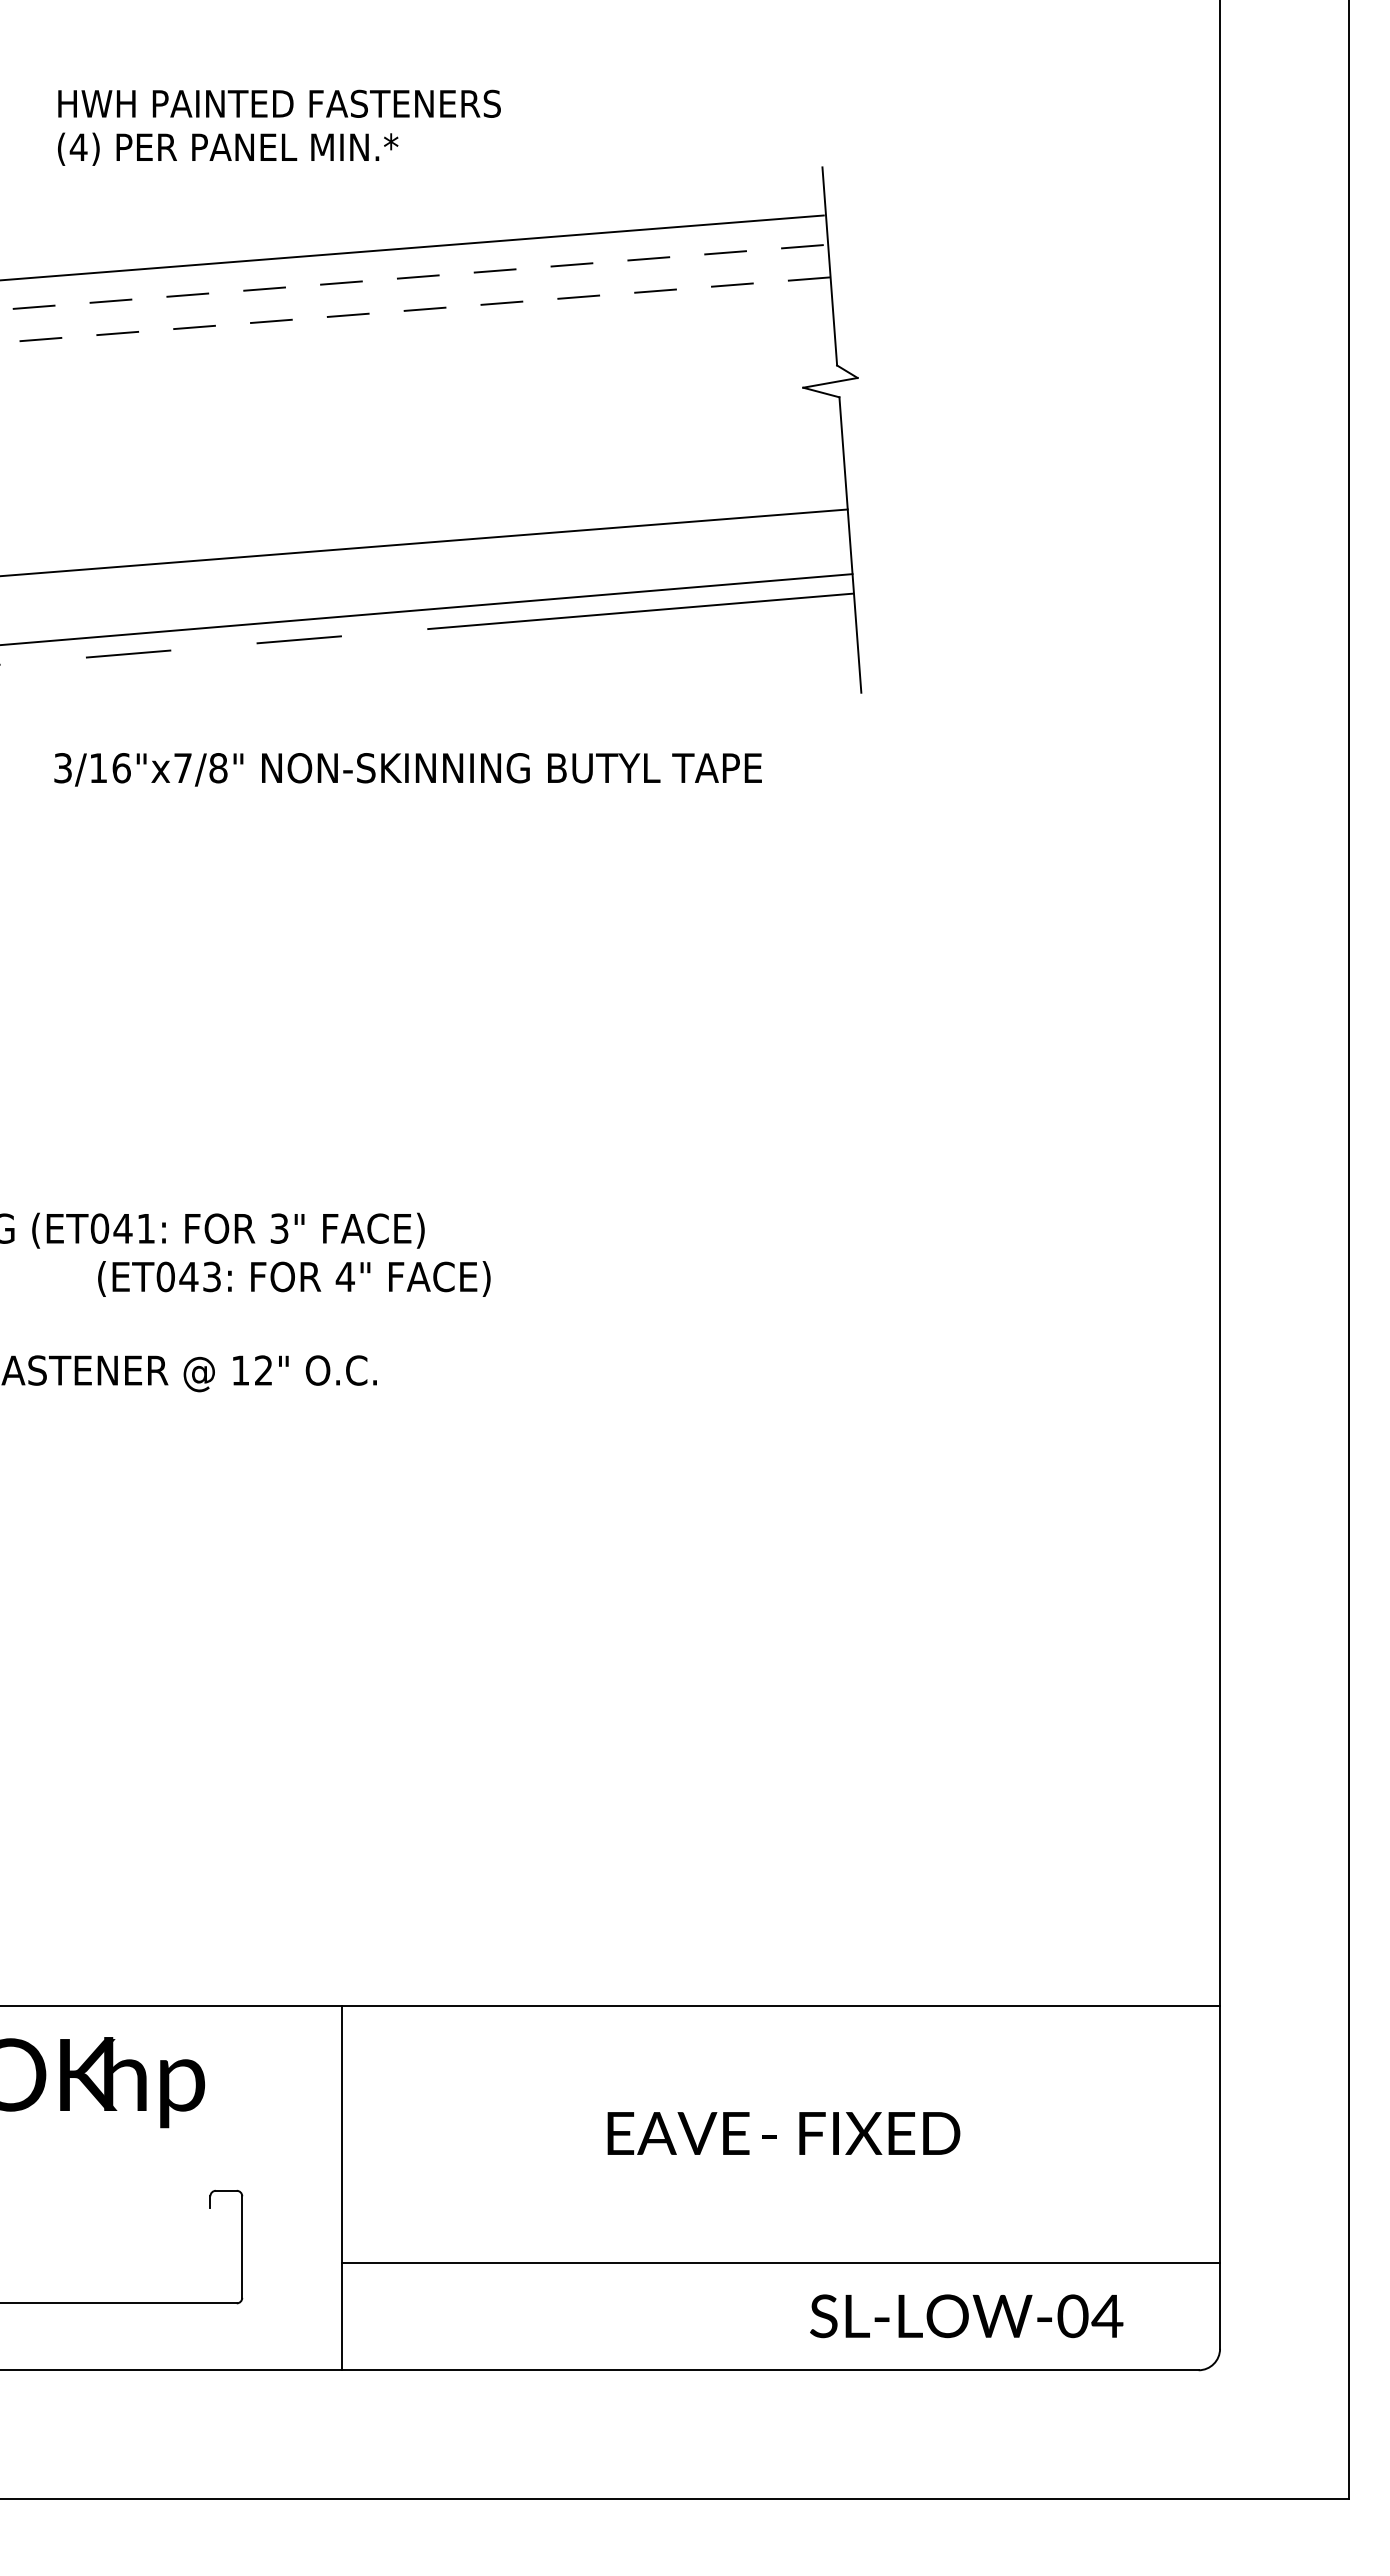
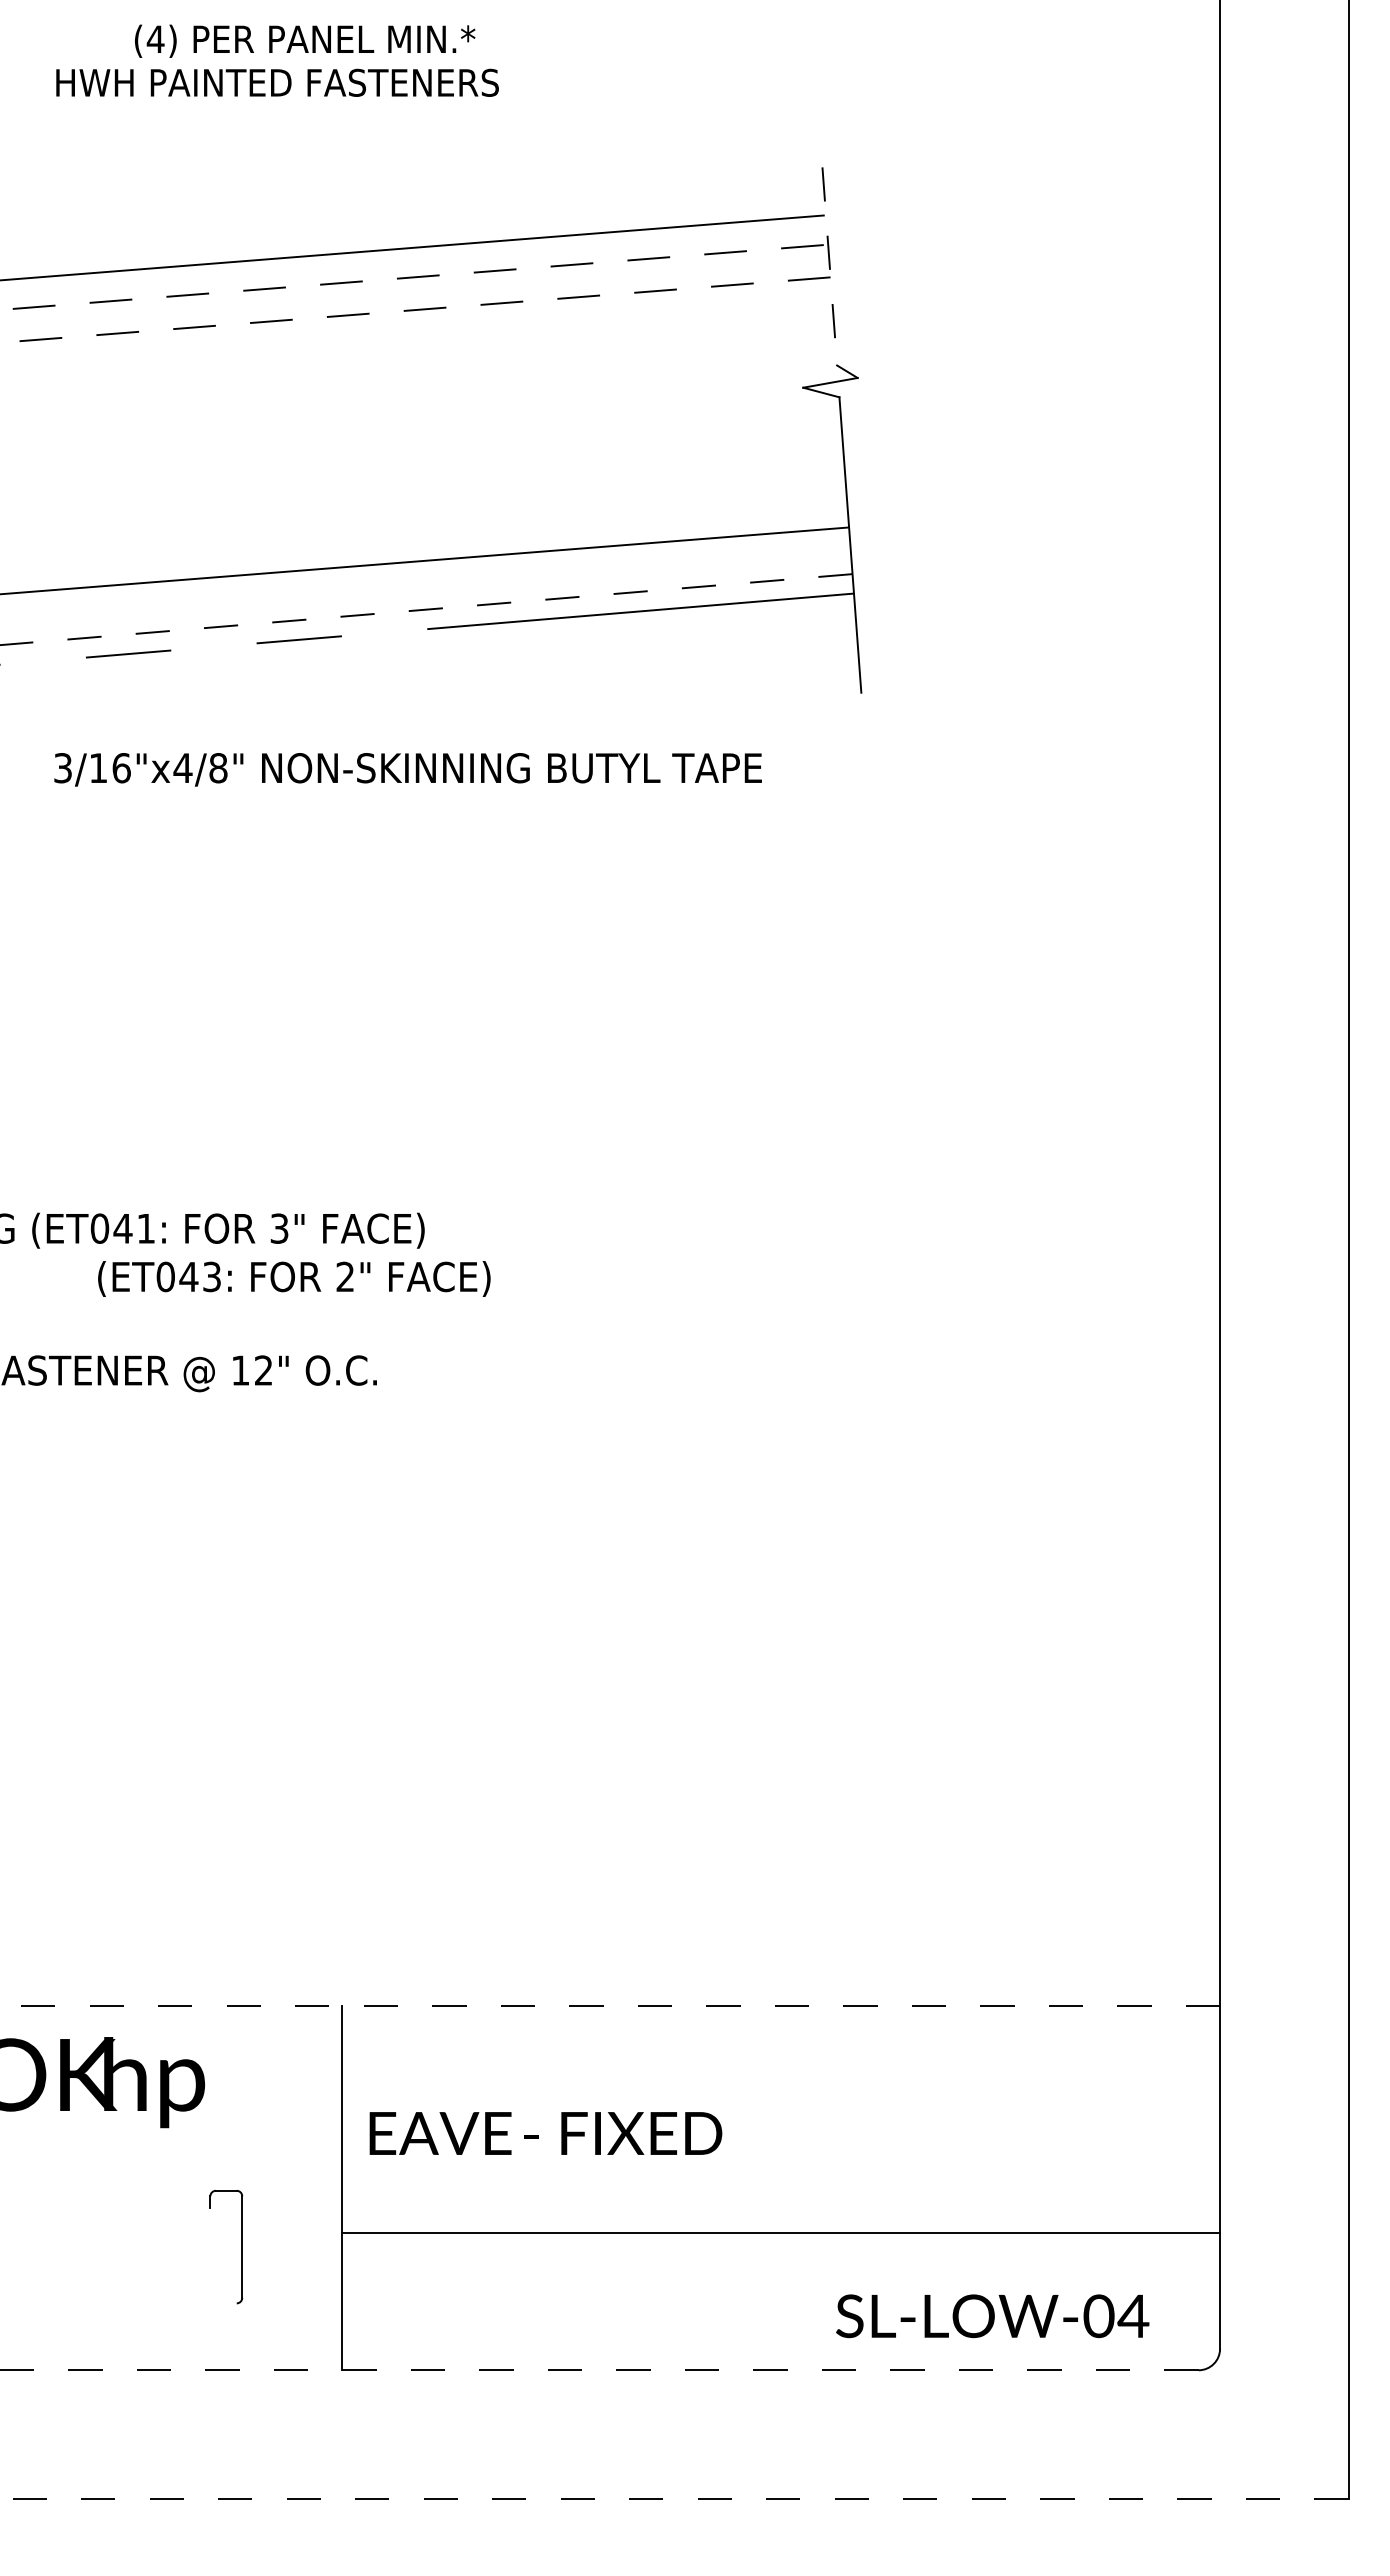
text at (279, 103) position: (279, 103) -> (277, 82)
text at (228, 148) position: (228, 148) -> (305, 40)
line at (829, 266): solid -> dashed
line at (424, 542) position: (424, 542) -> (425, 560)
line at (426, 609): solid -> dashed
text at (182, 767): 3/16"x7/8" -> 3/16"x4/8"
text at (344, 1276): 4" -> 2"
line at (610, 2006): solid -> dashed
text at (783, 2133) position: (783, 2133) -> (545, 2133)
line at (781, 2263) position: (781, 2263) -> (781, 2233)
line at (119, 2303): present -> none
text at (966, 2316) position: (966, 2316) -> (992, 2316)
line at (599, 2370): solid -> dashed
line at (674, 2498): solid -> dashed
